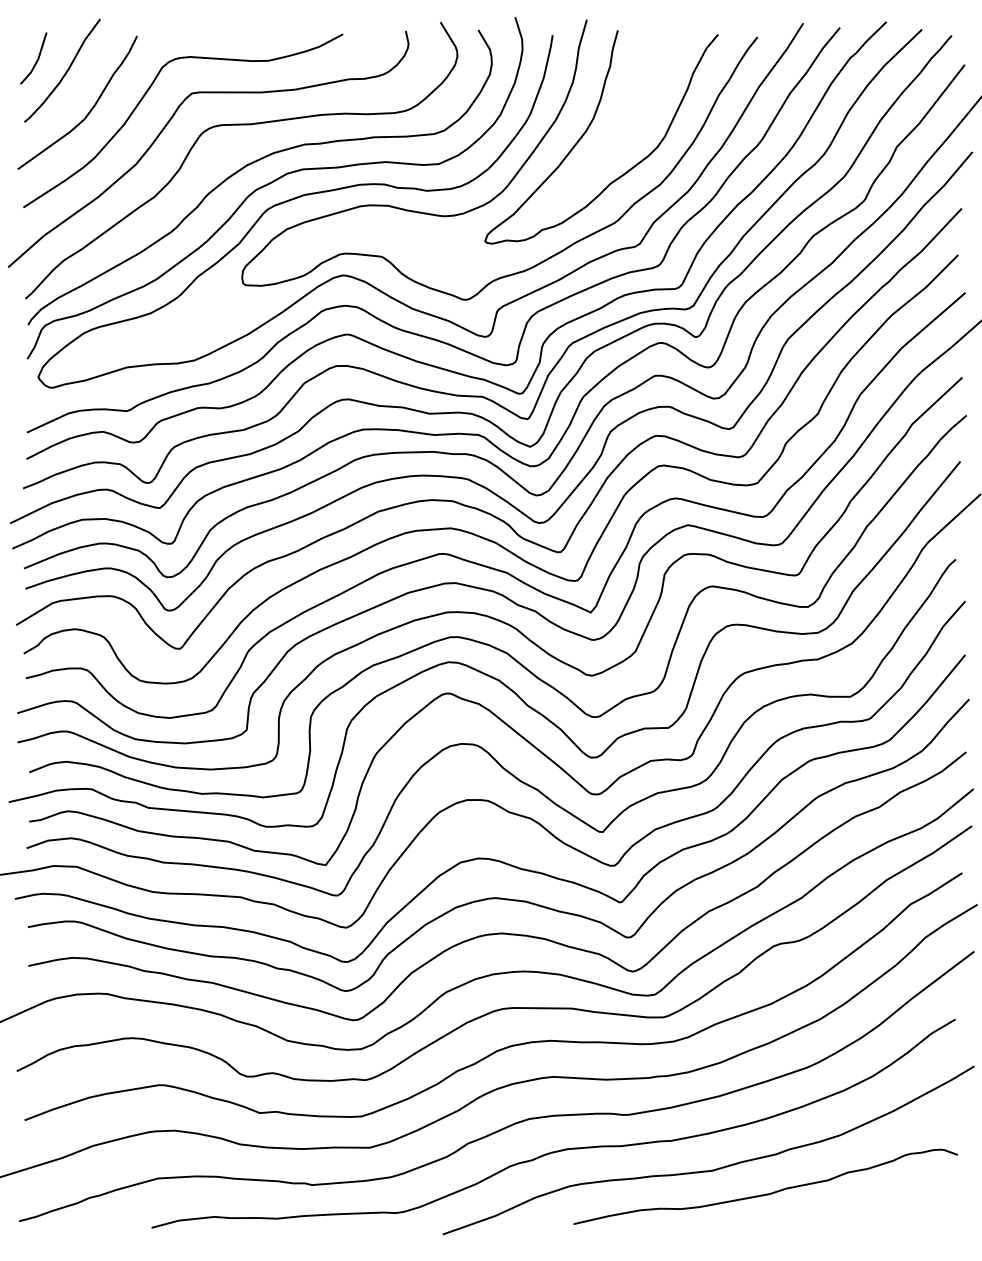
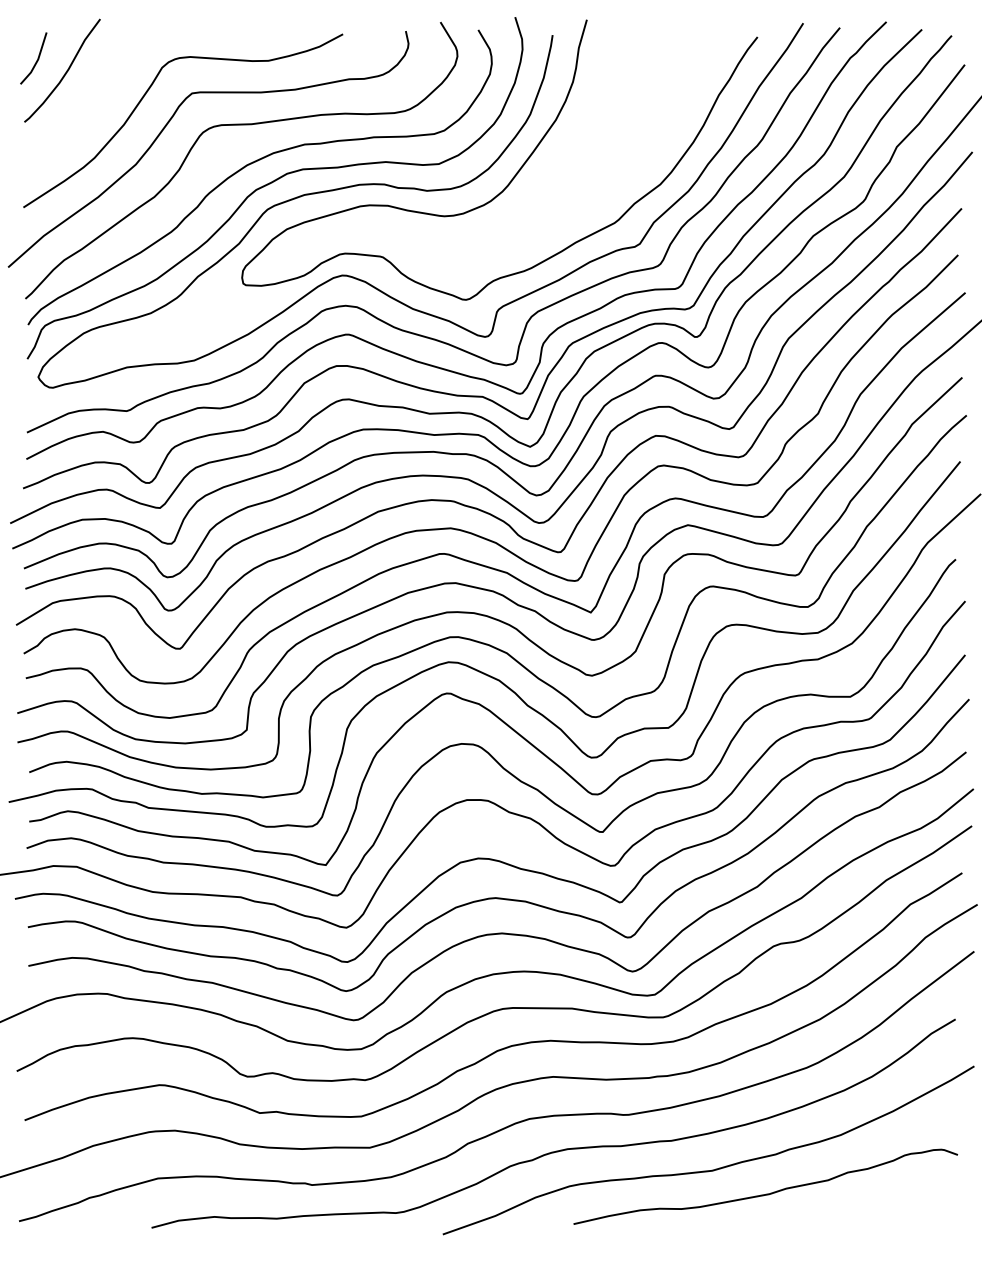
curve at (89, 110): present -> none
curve at (588, 129): present -> none
